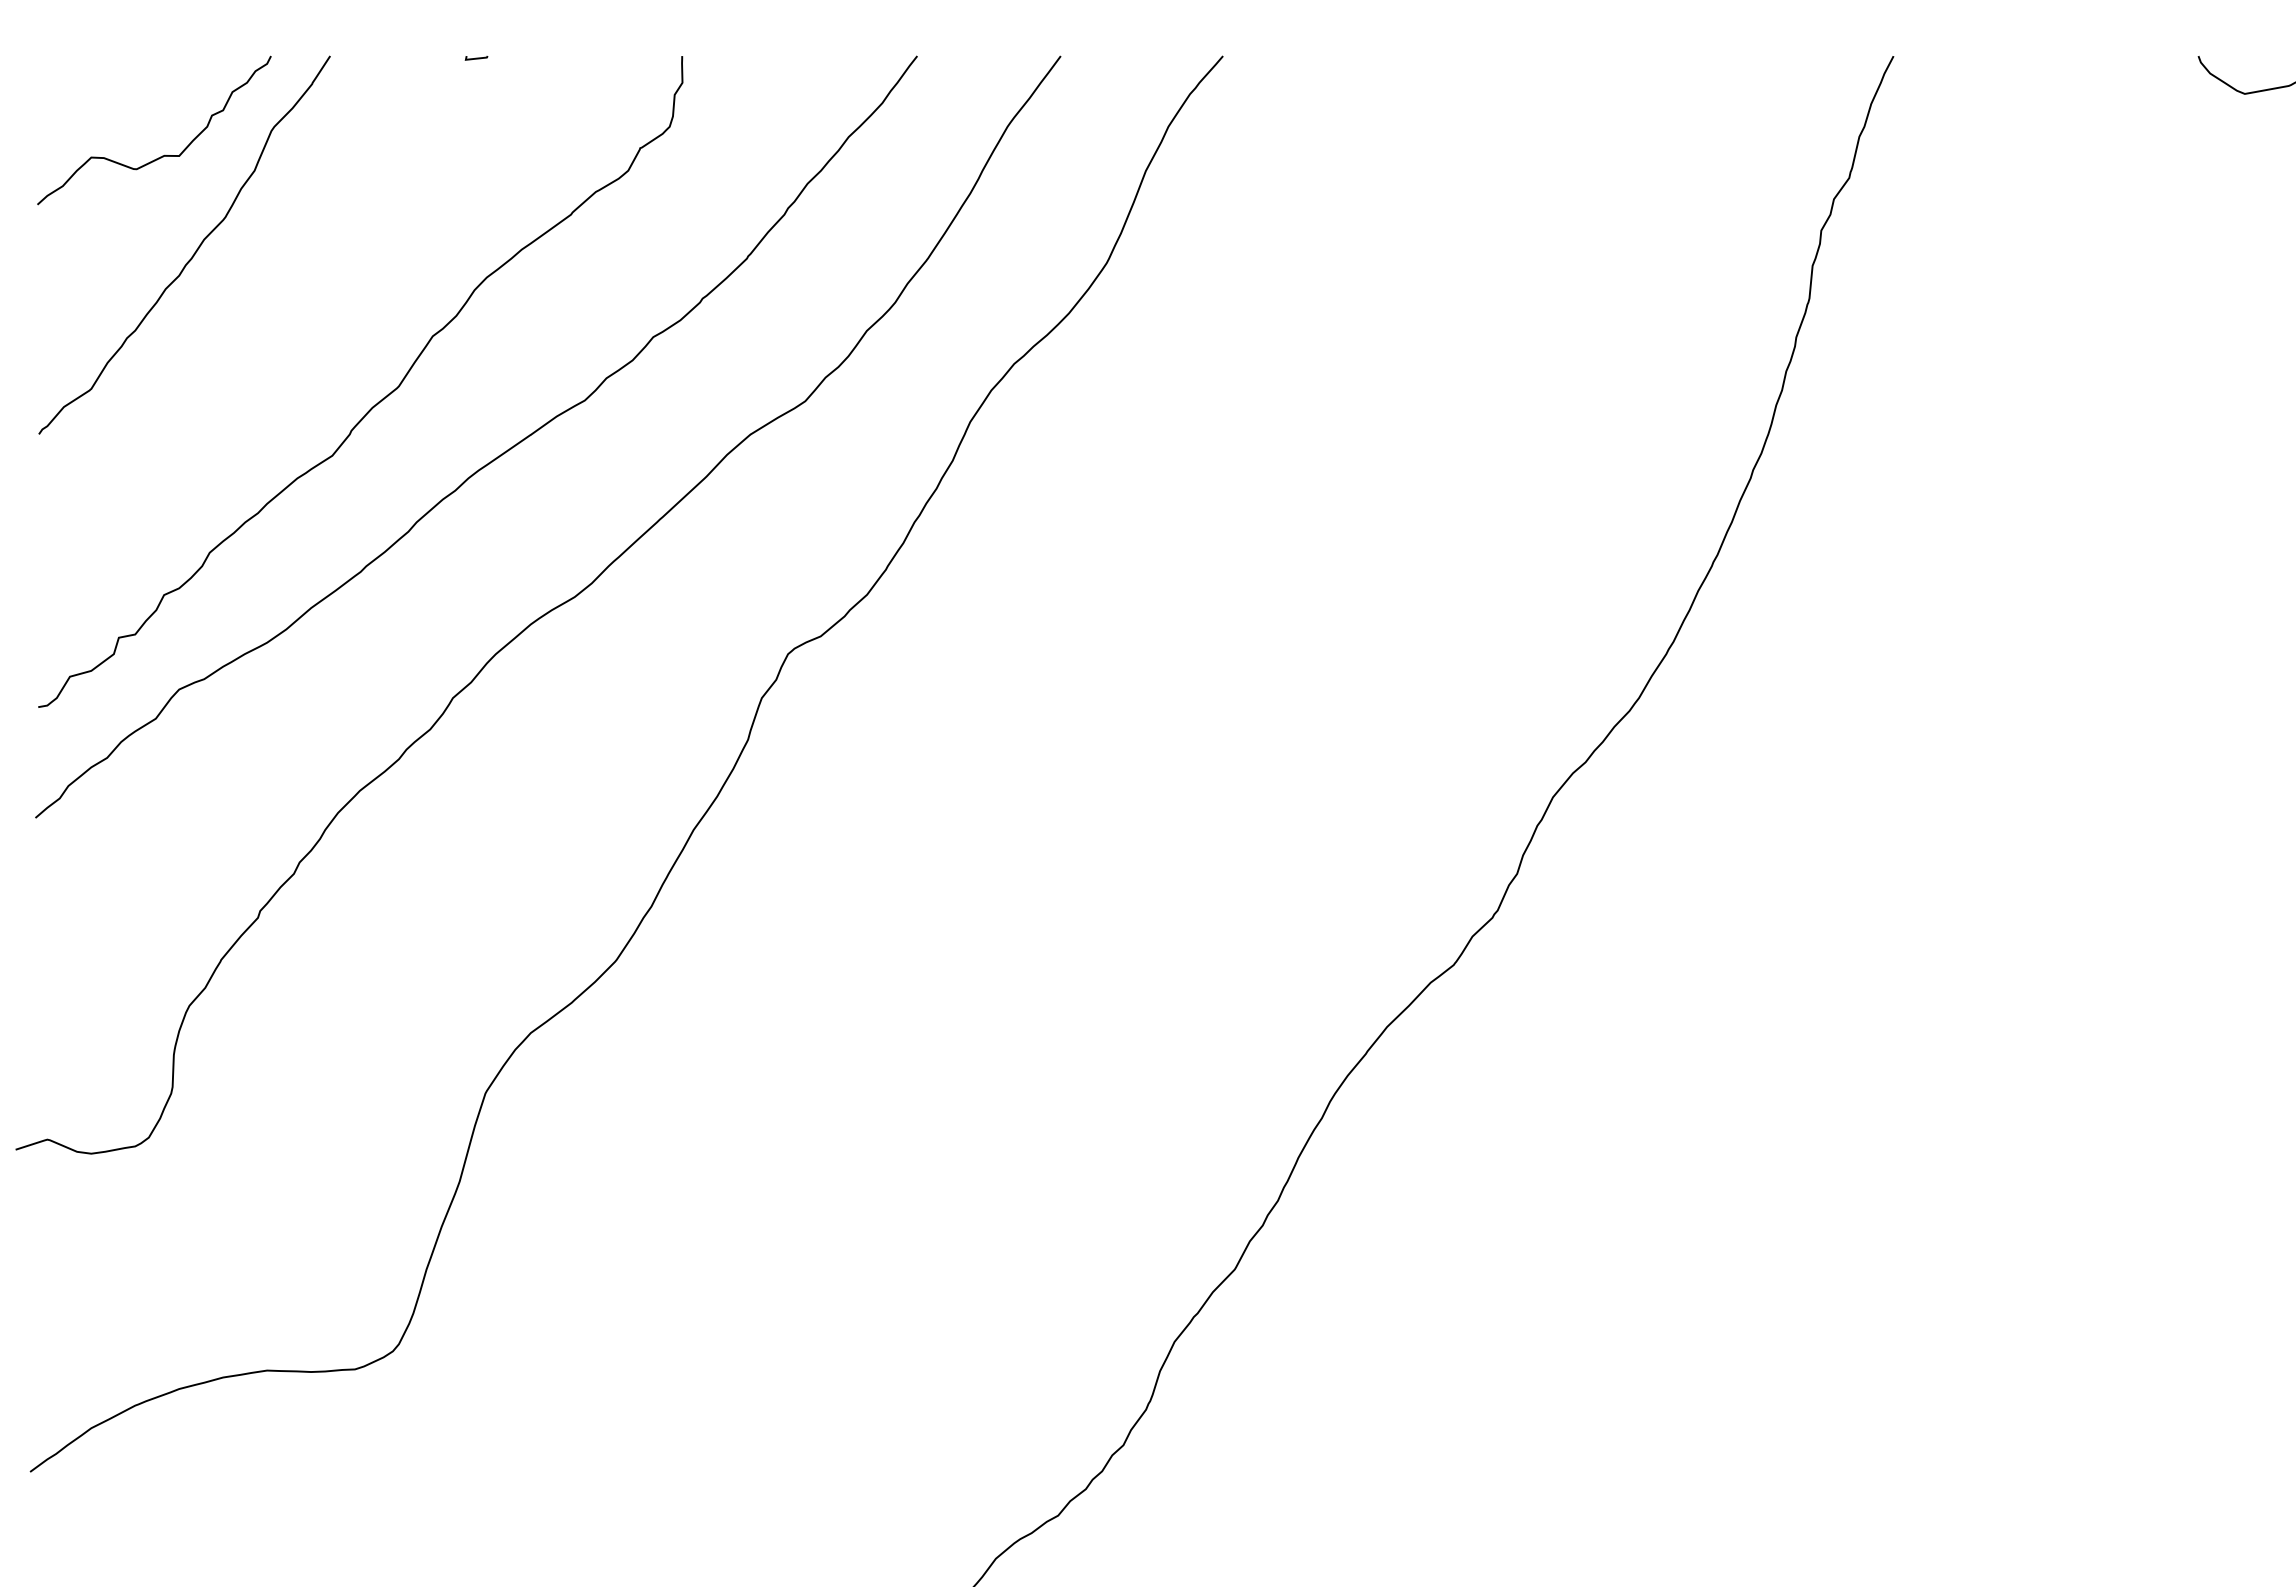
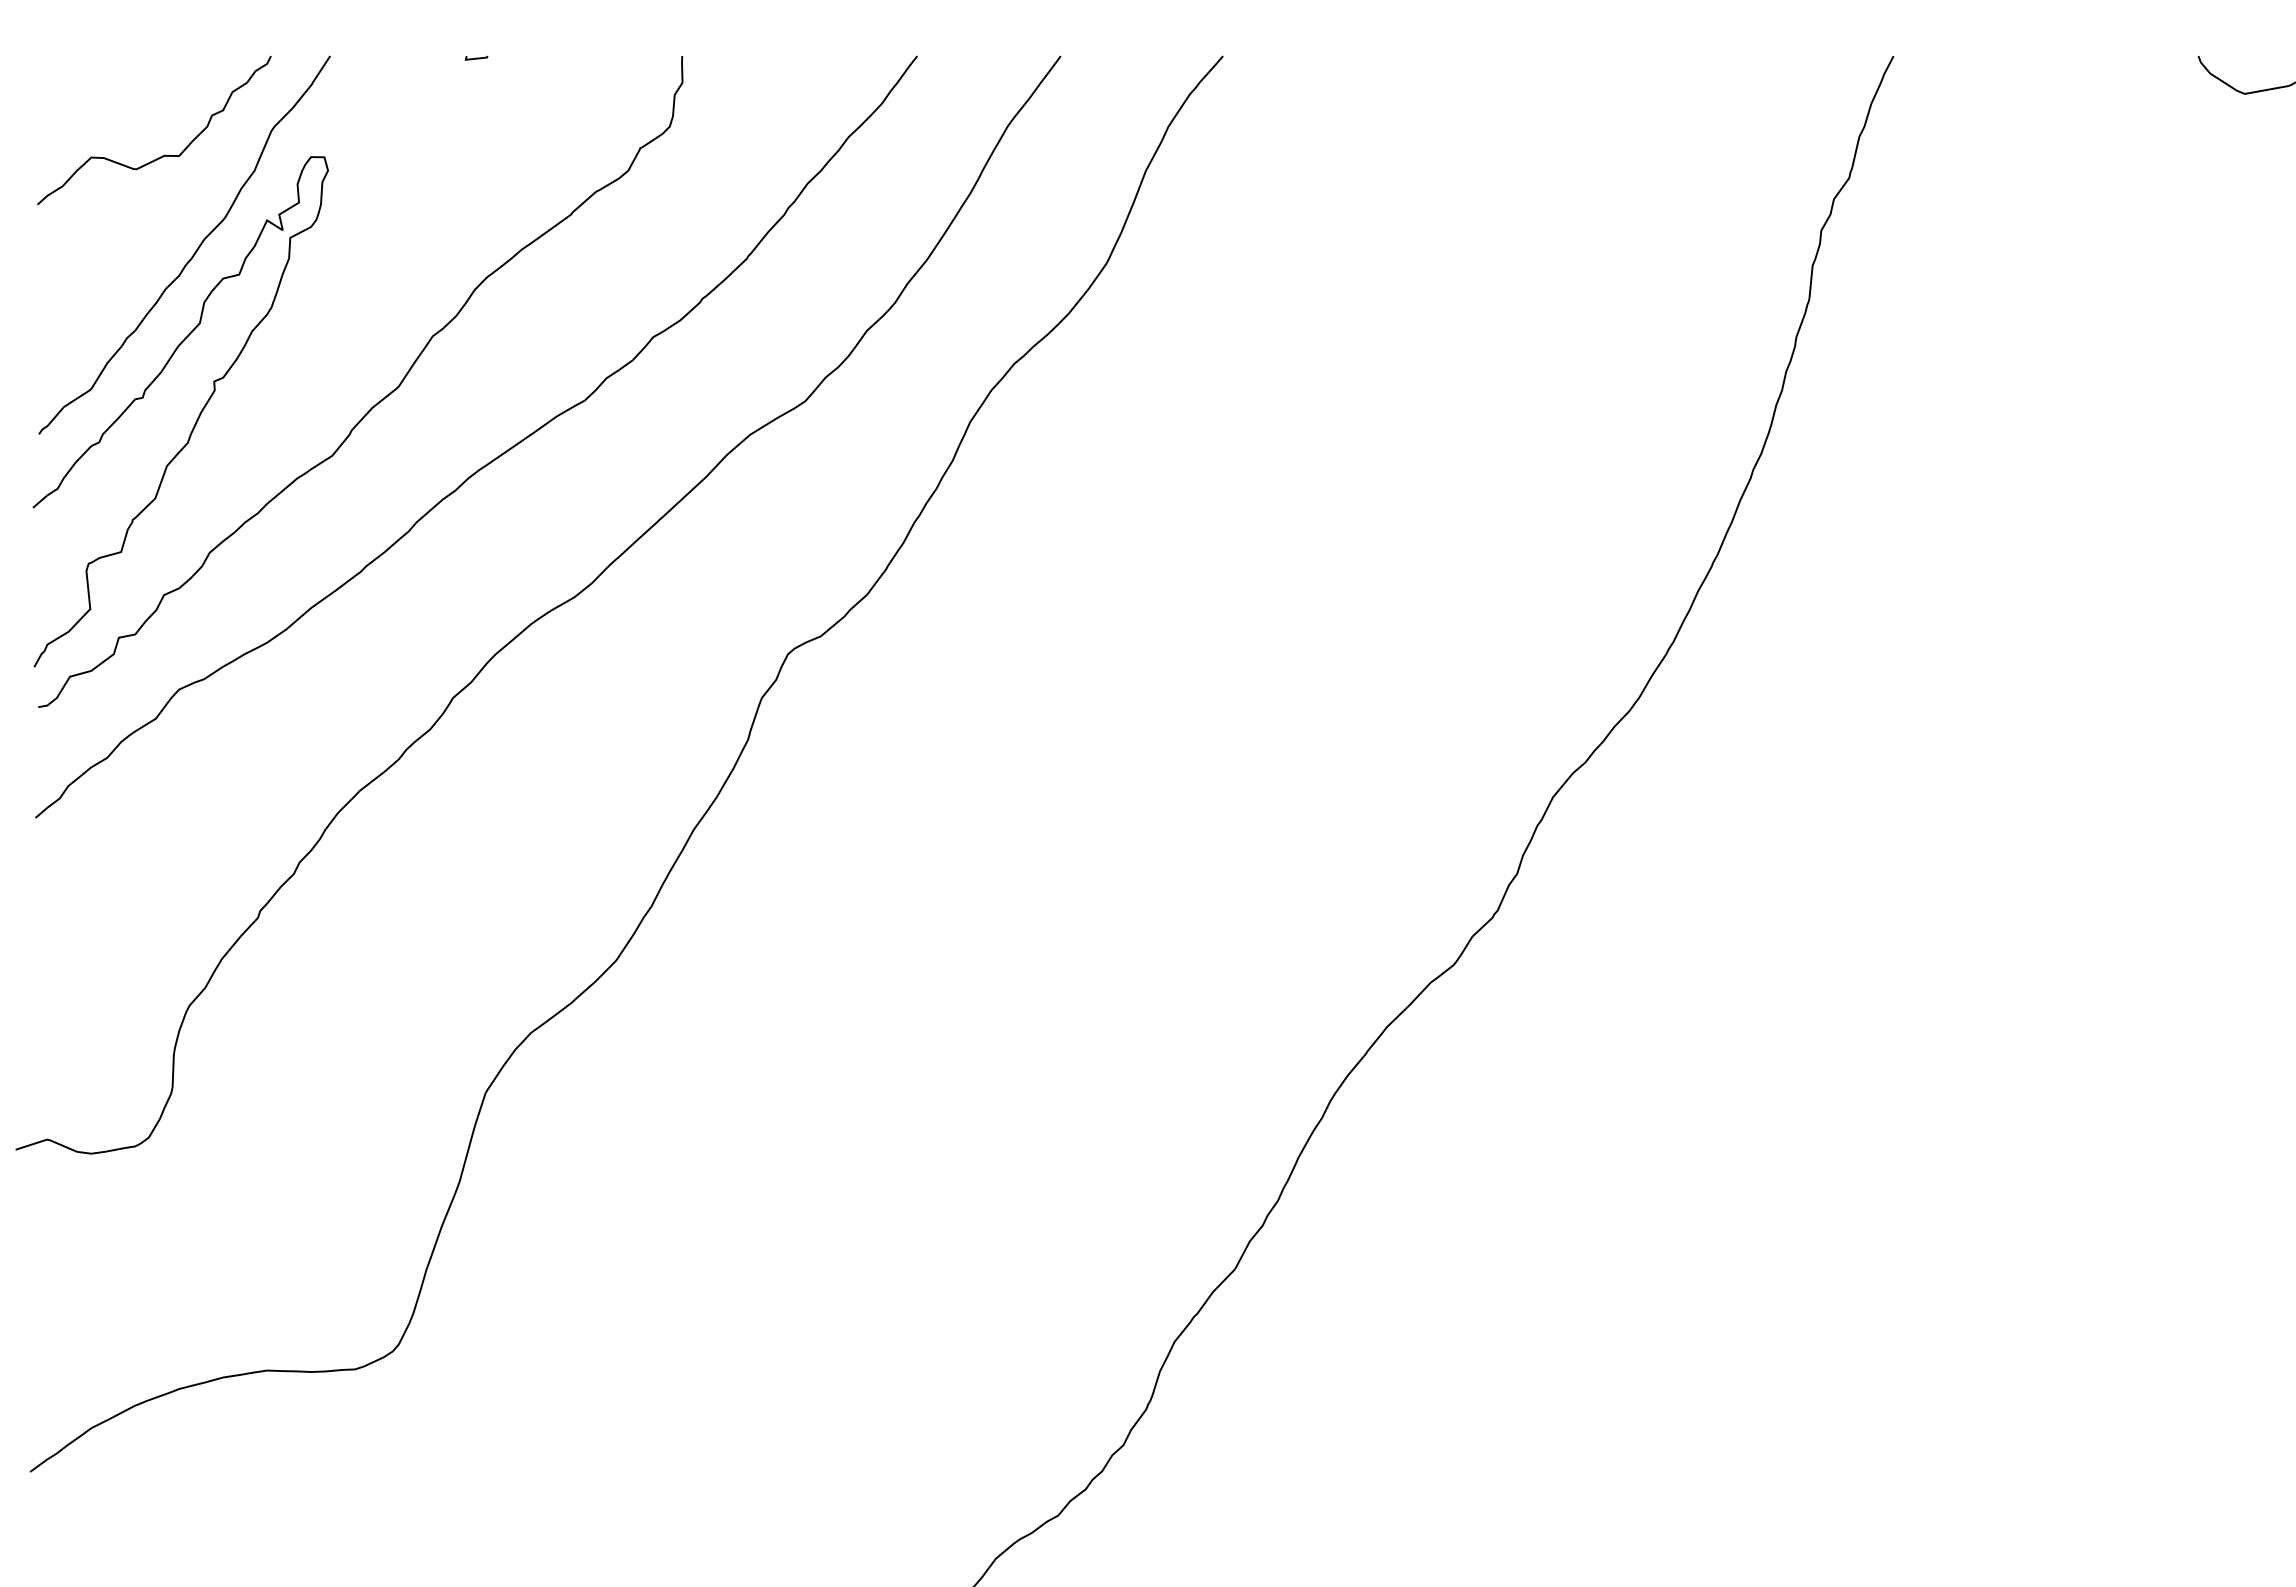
curve at (196, 419): none -> present
